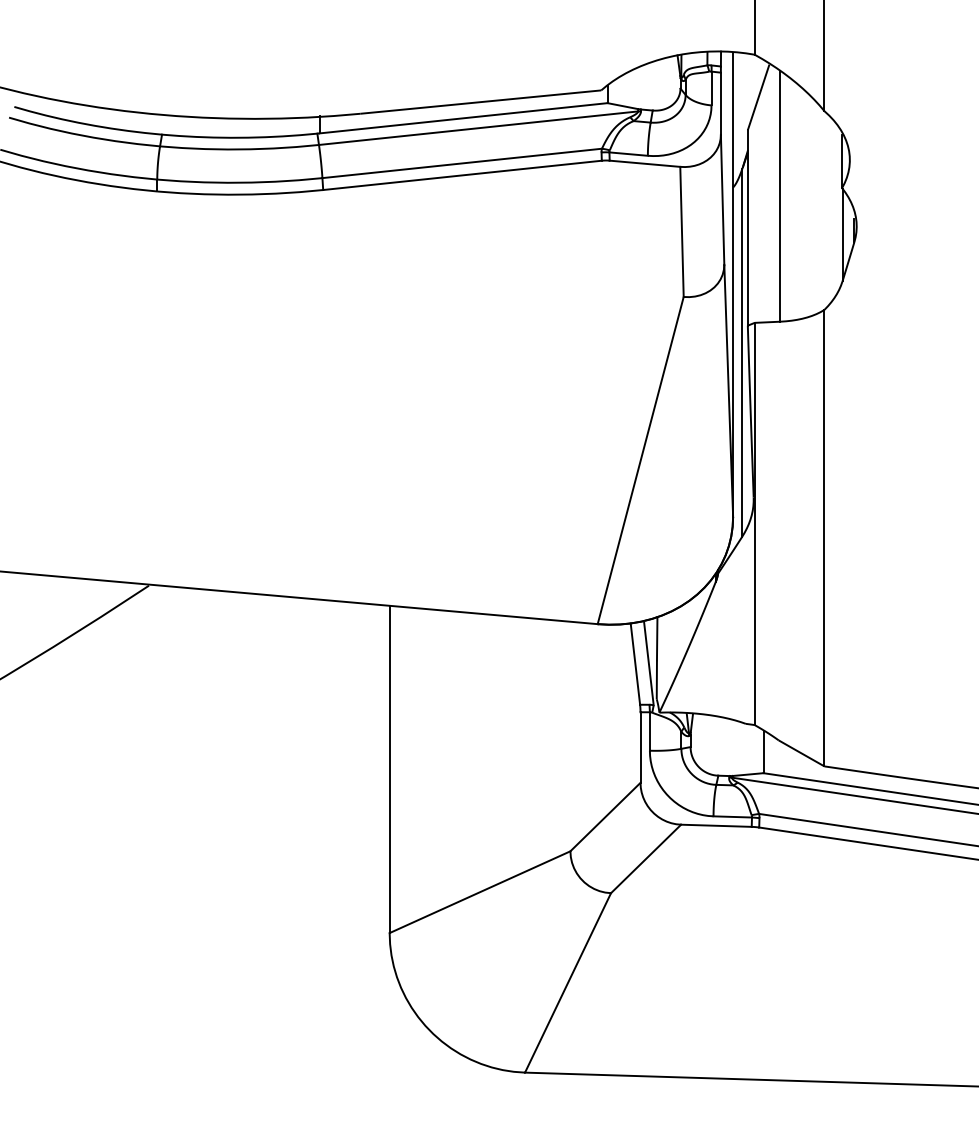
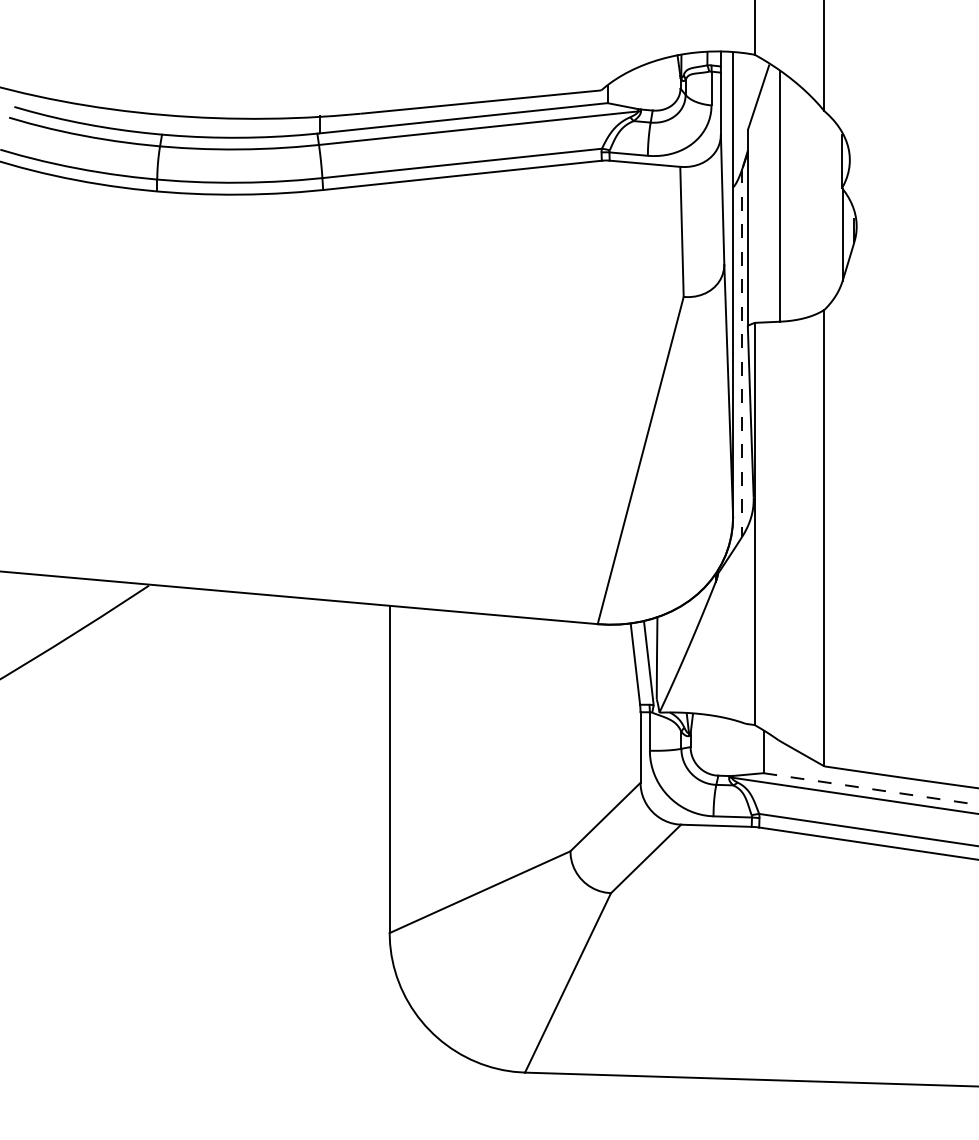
line at (742, 353): solid -> dashed
line at (870, 789): solid -> dashed
